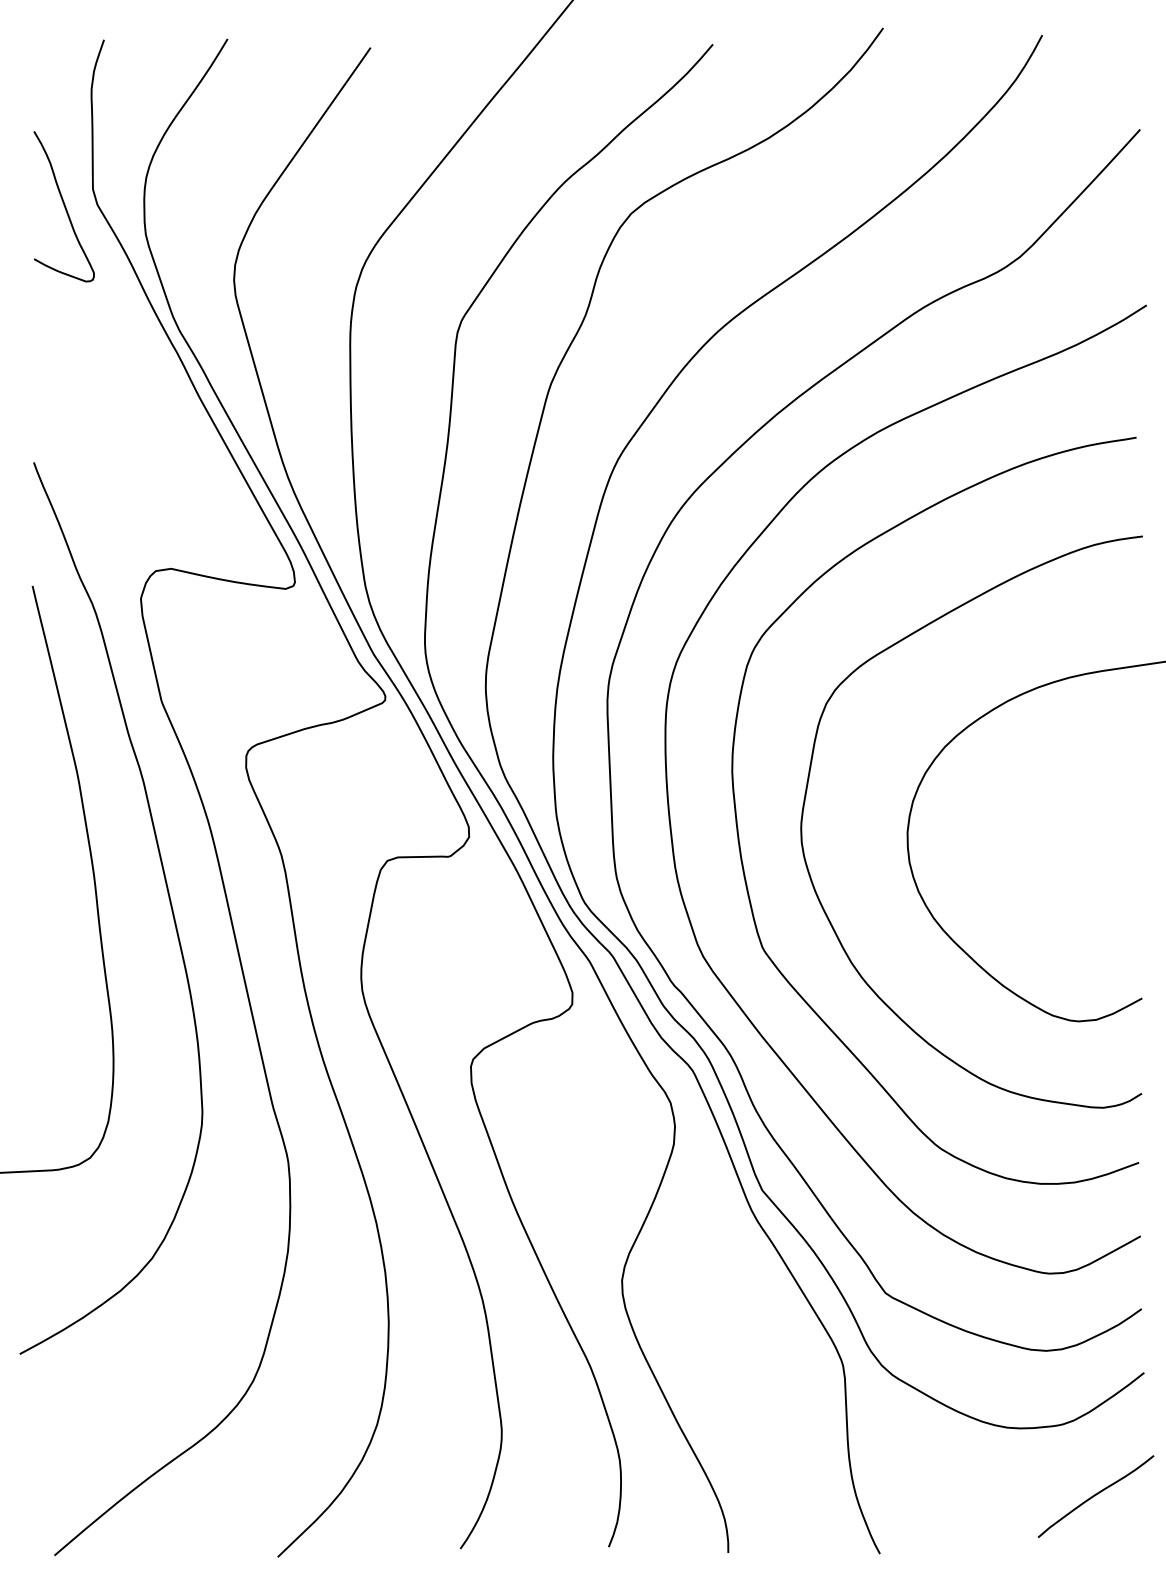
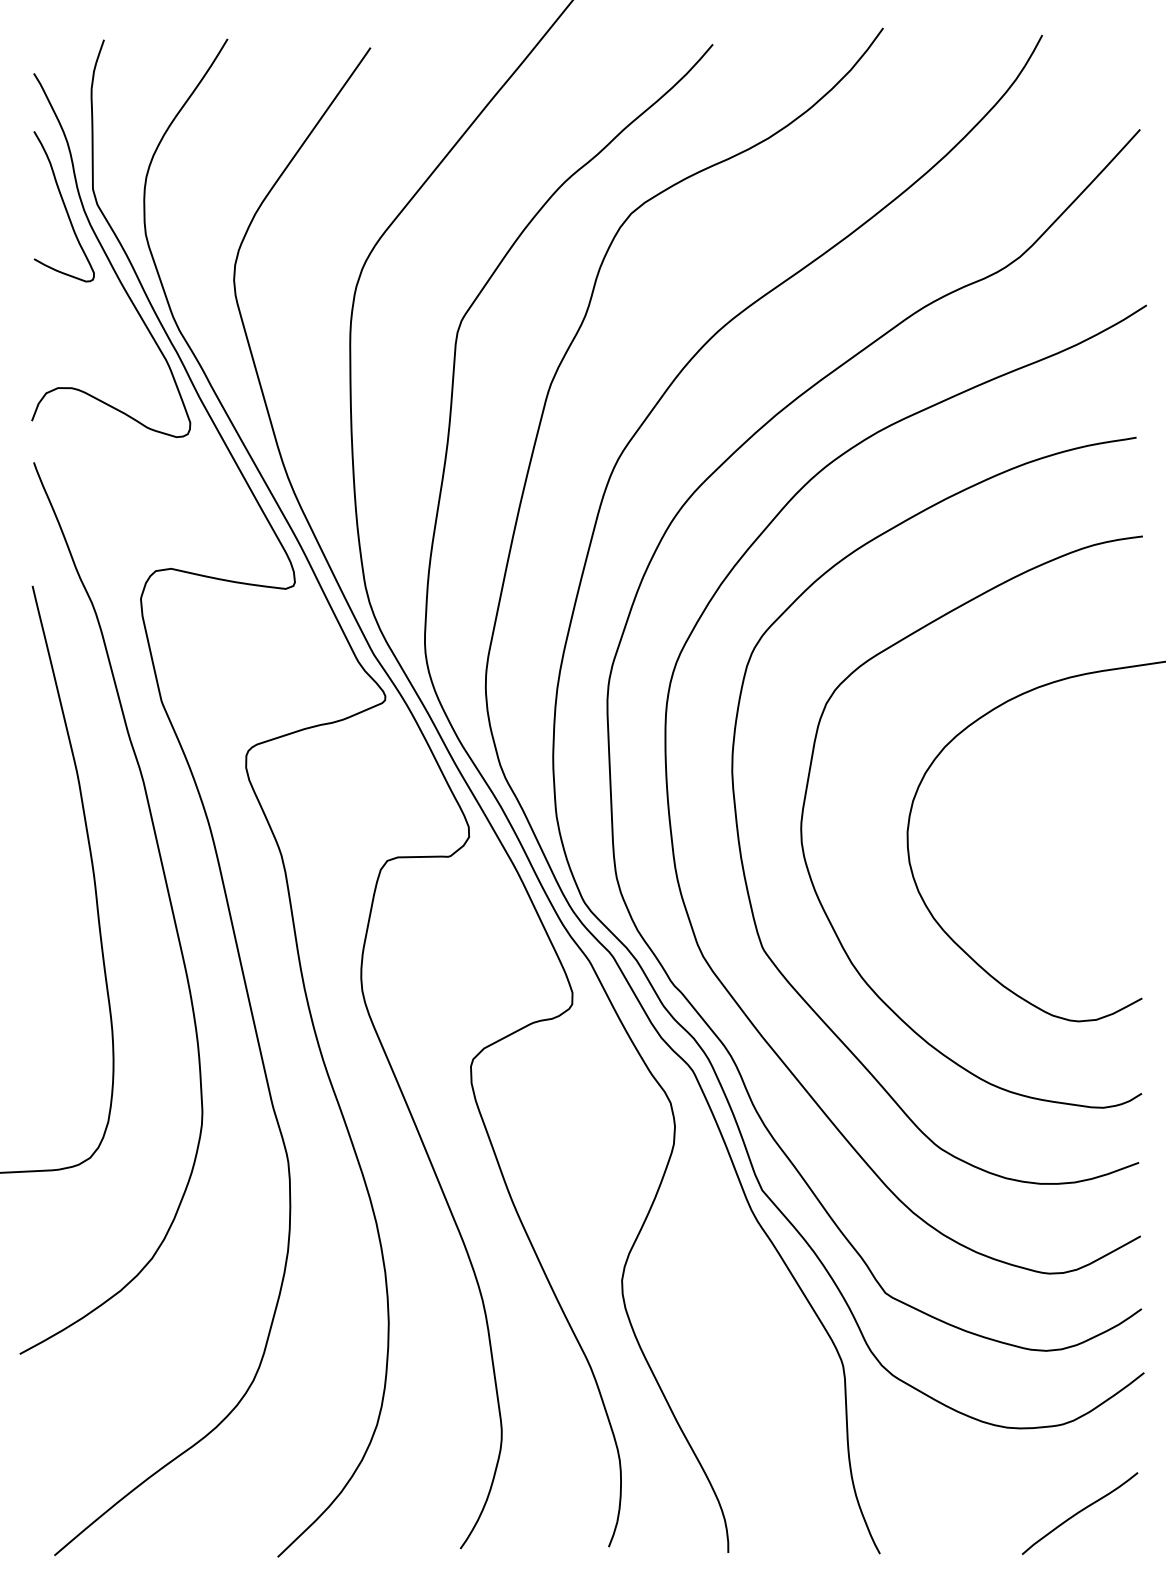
curve at (108, 256): none -> present
curve at (1095, 1496) position: (1095, 1496) -> (1079, 1513)
